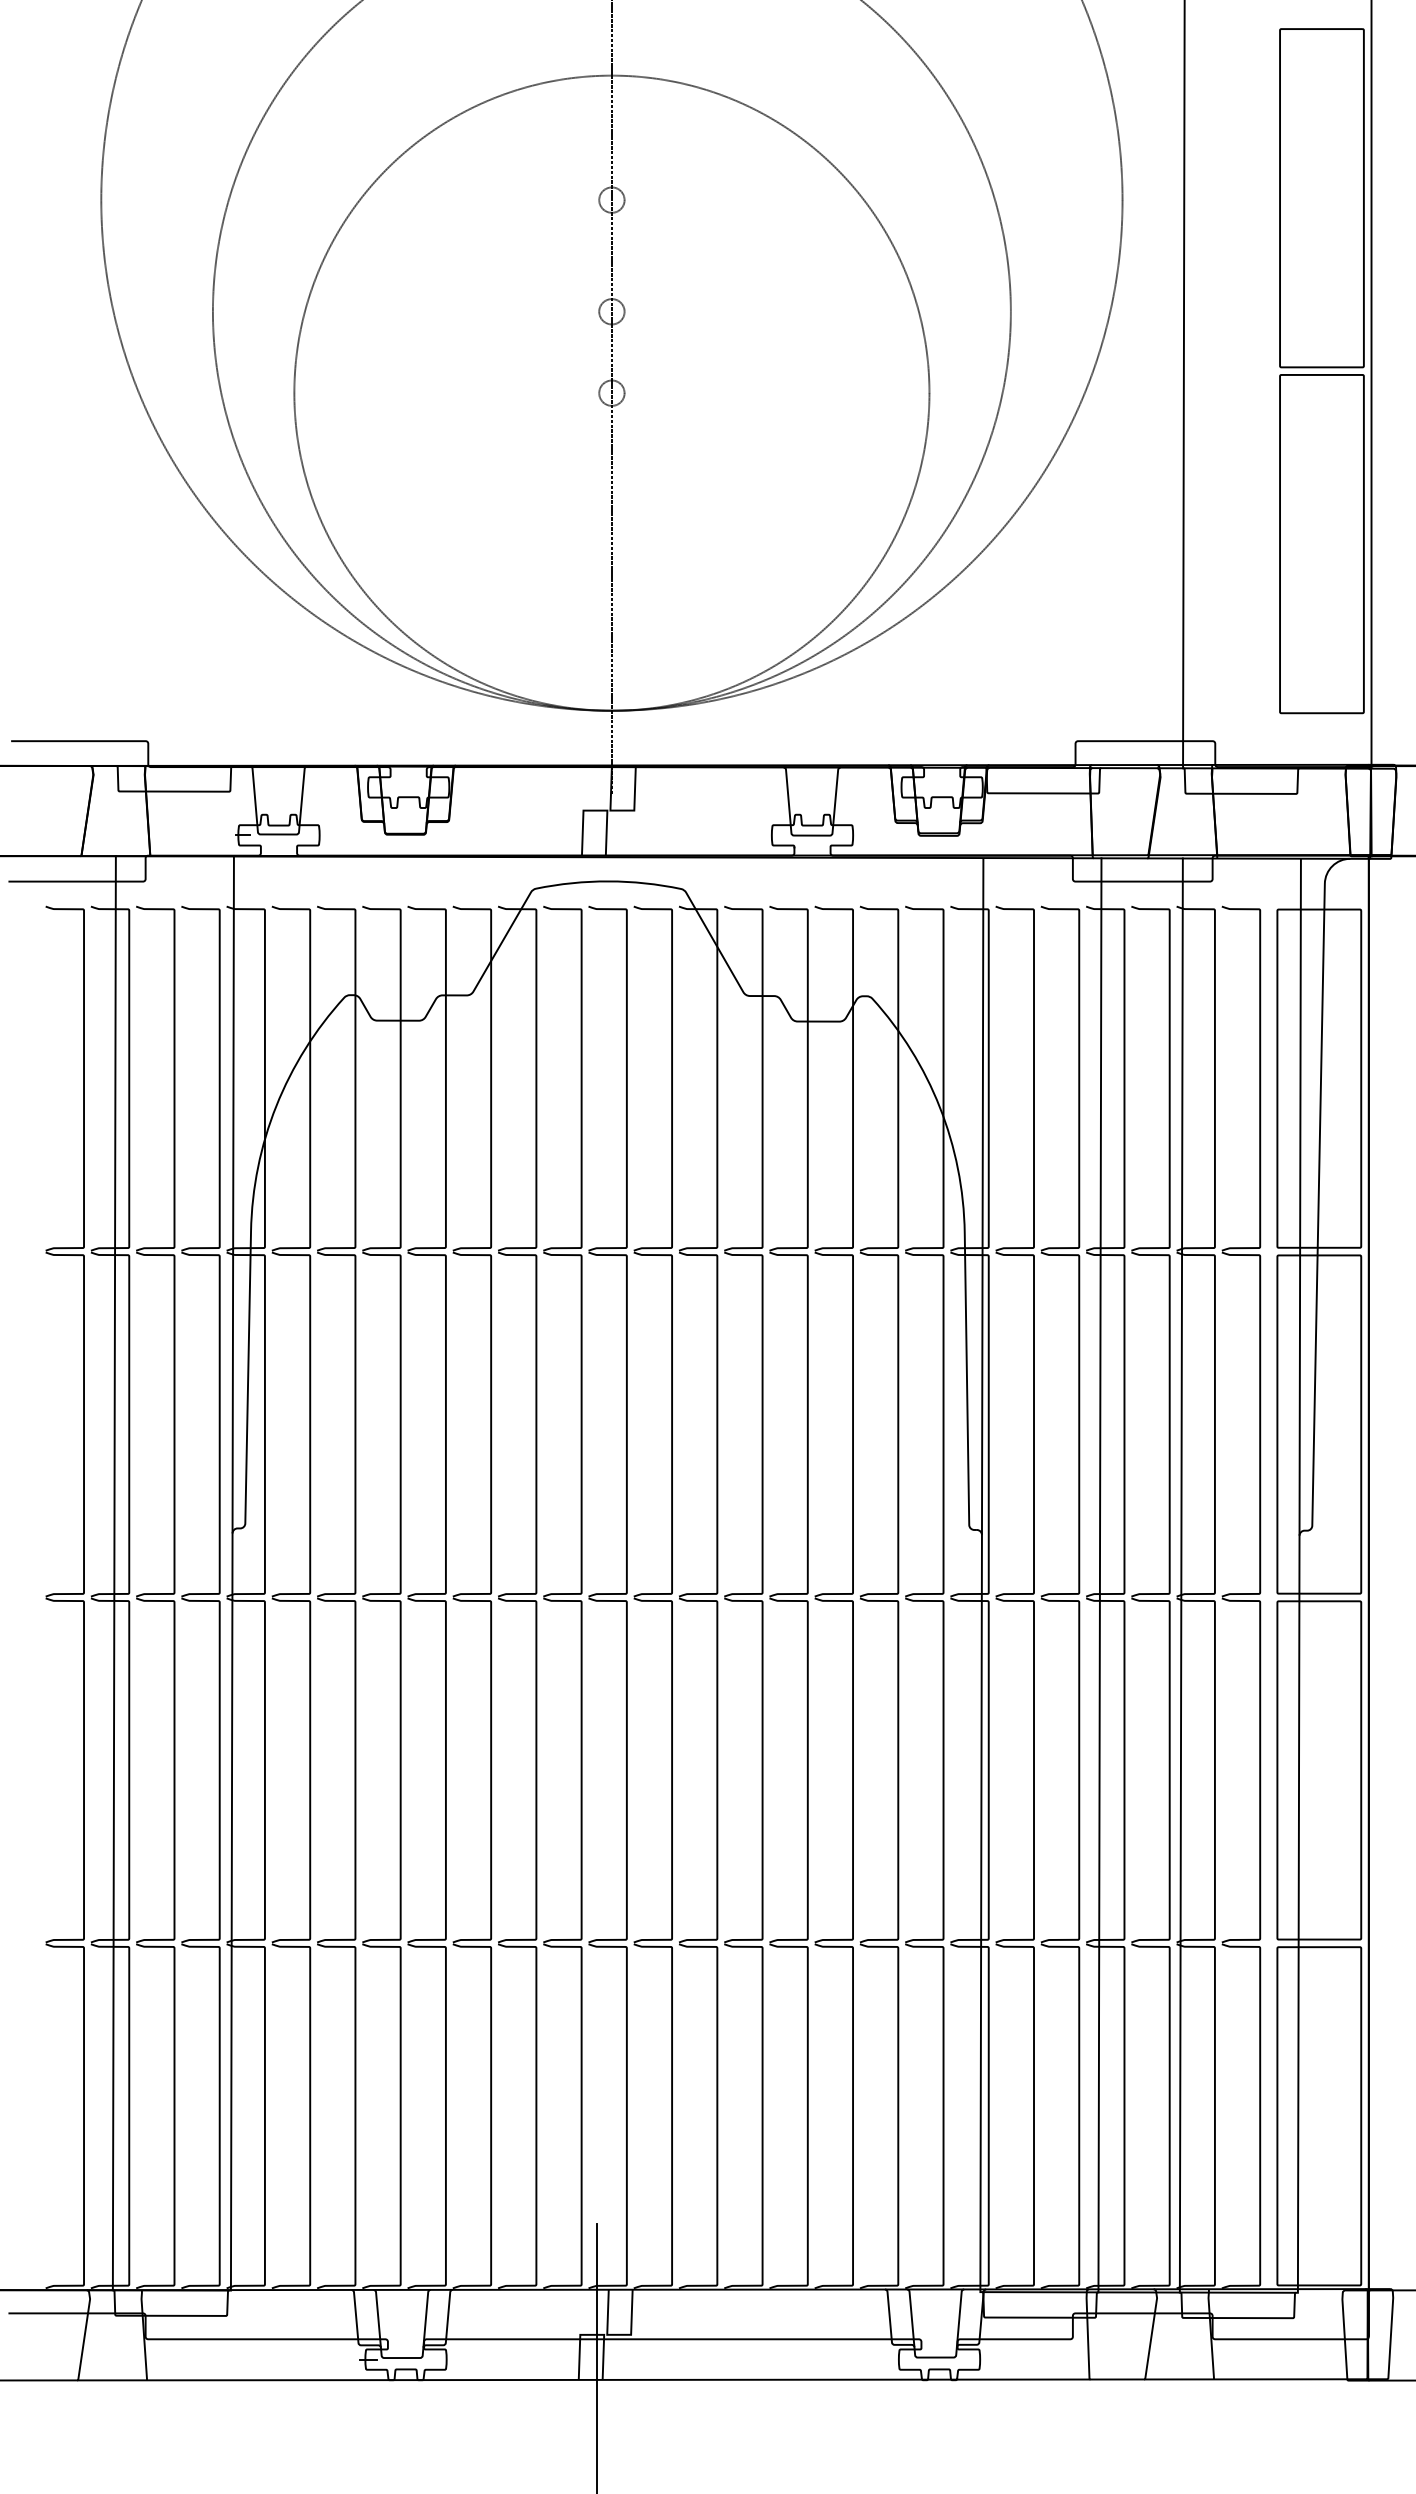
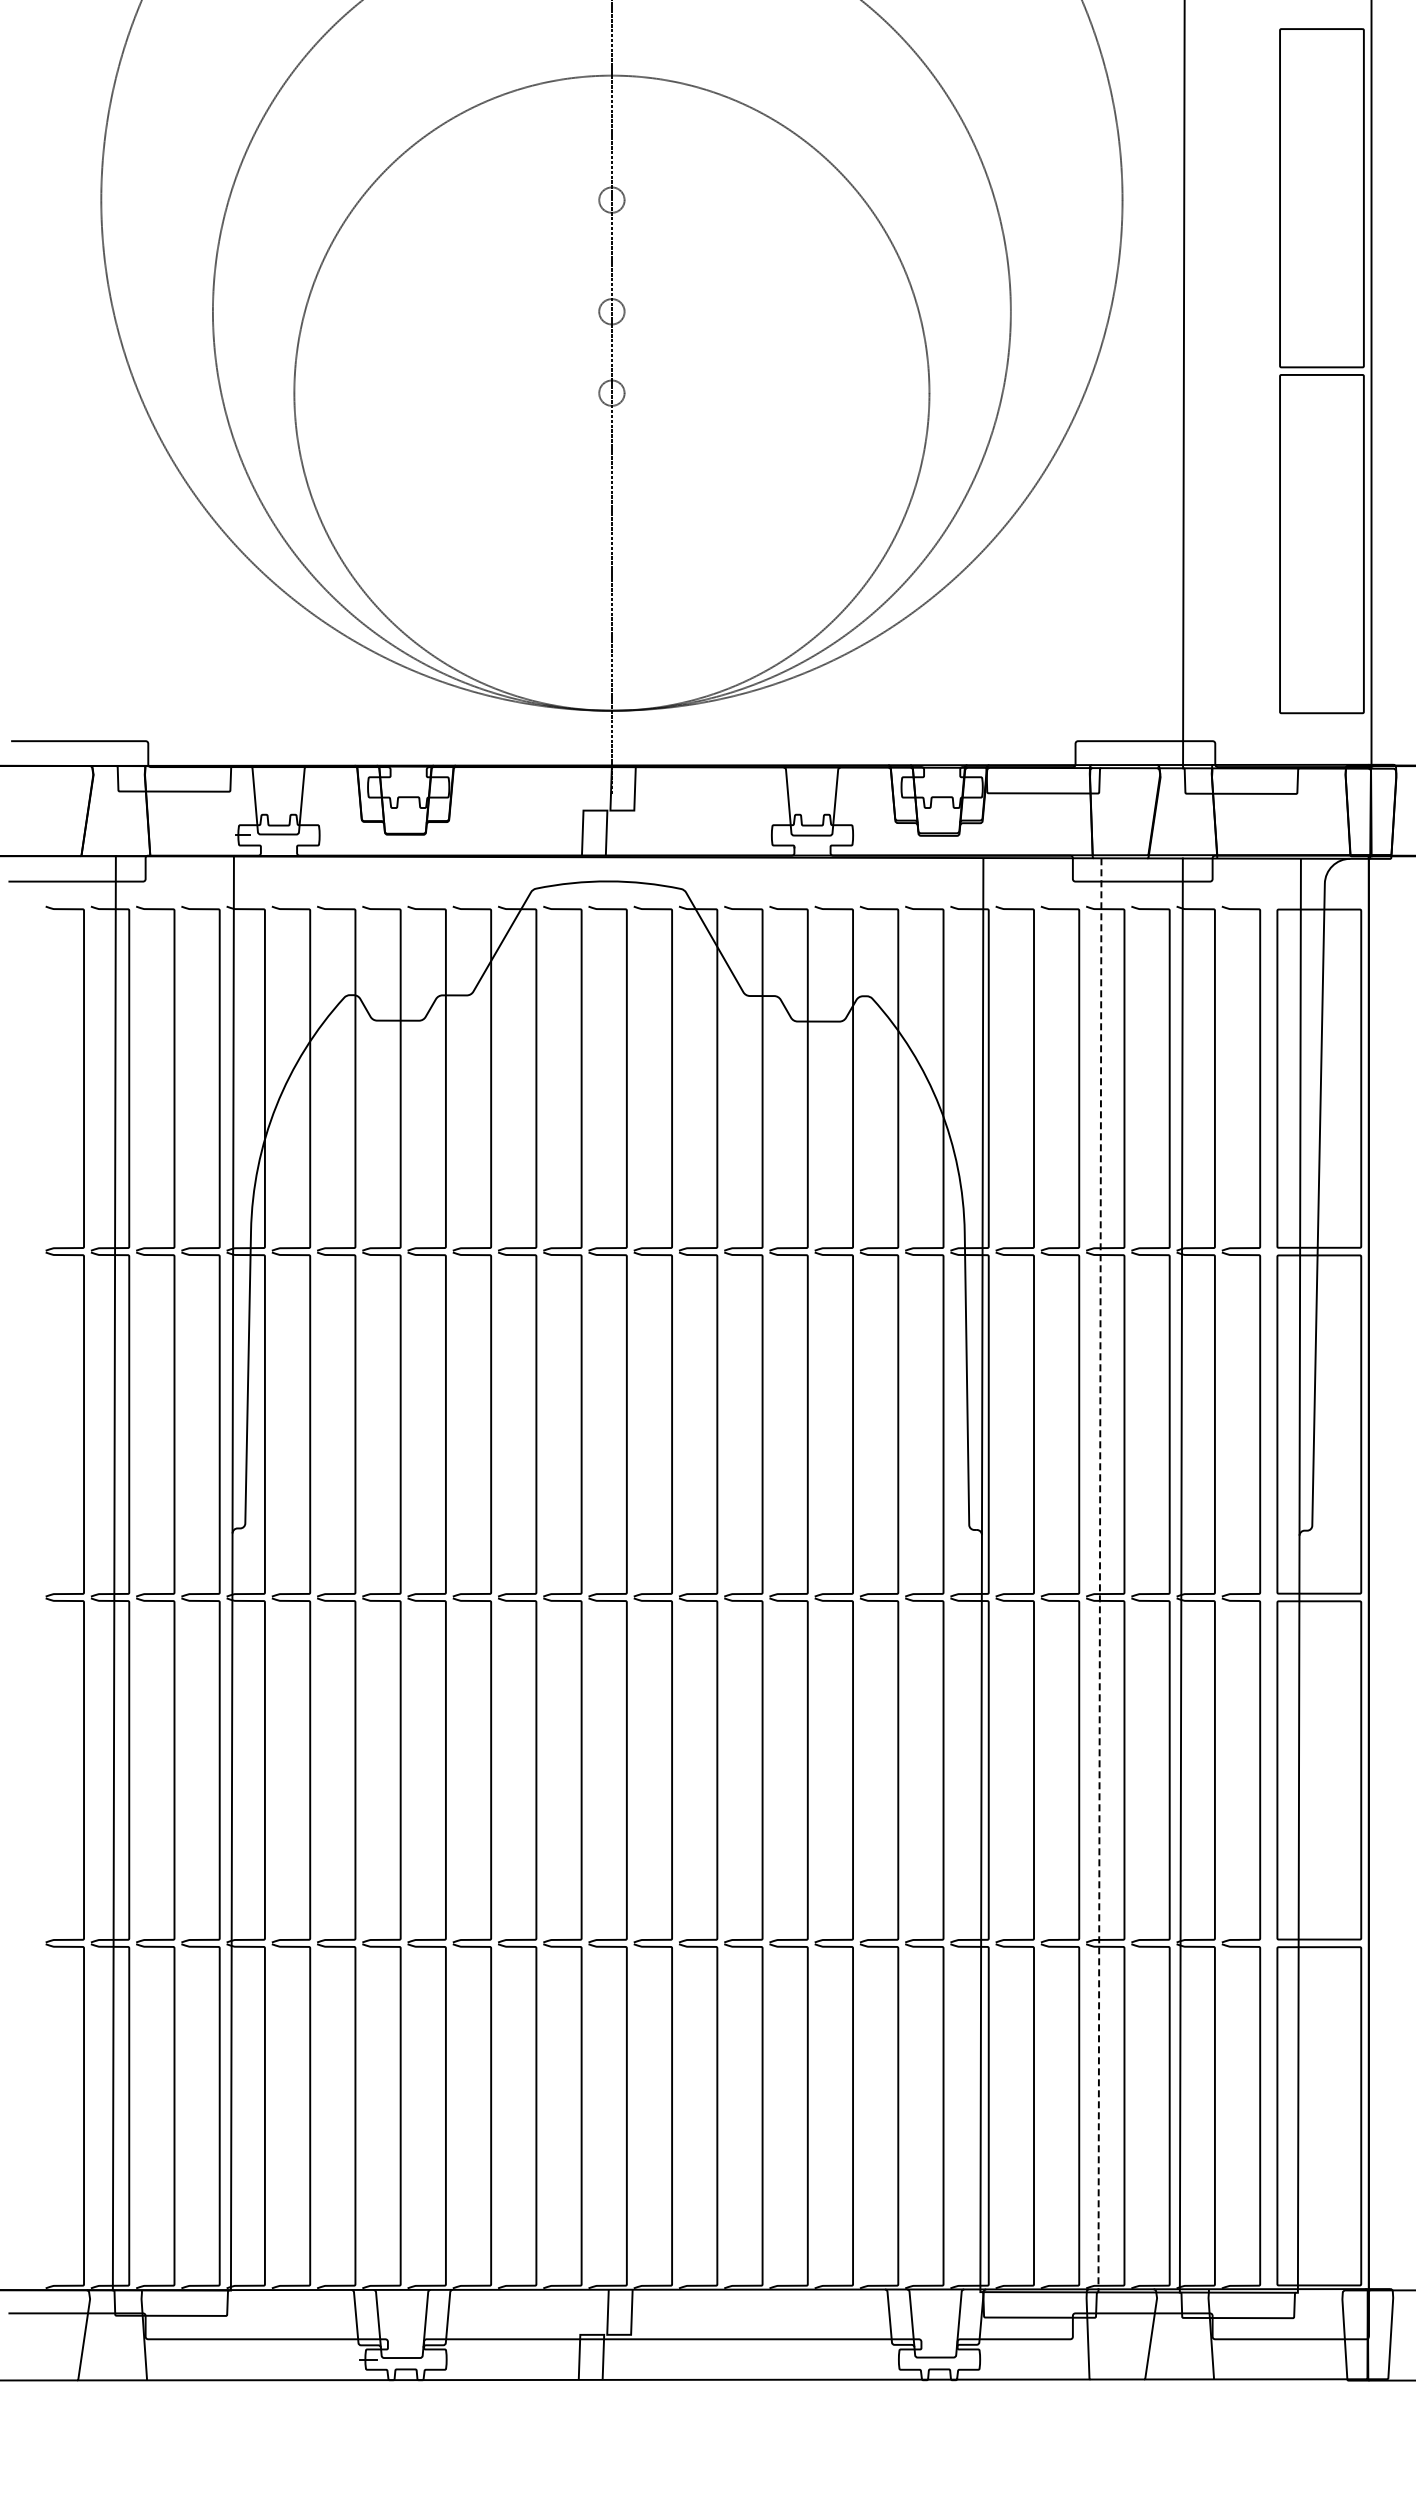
line at (1099, 1575): solid -> dashed
line at (597, 2357): present -> none
